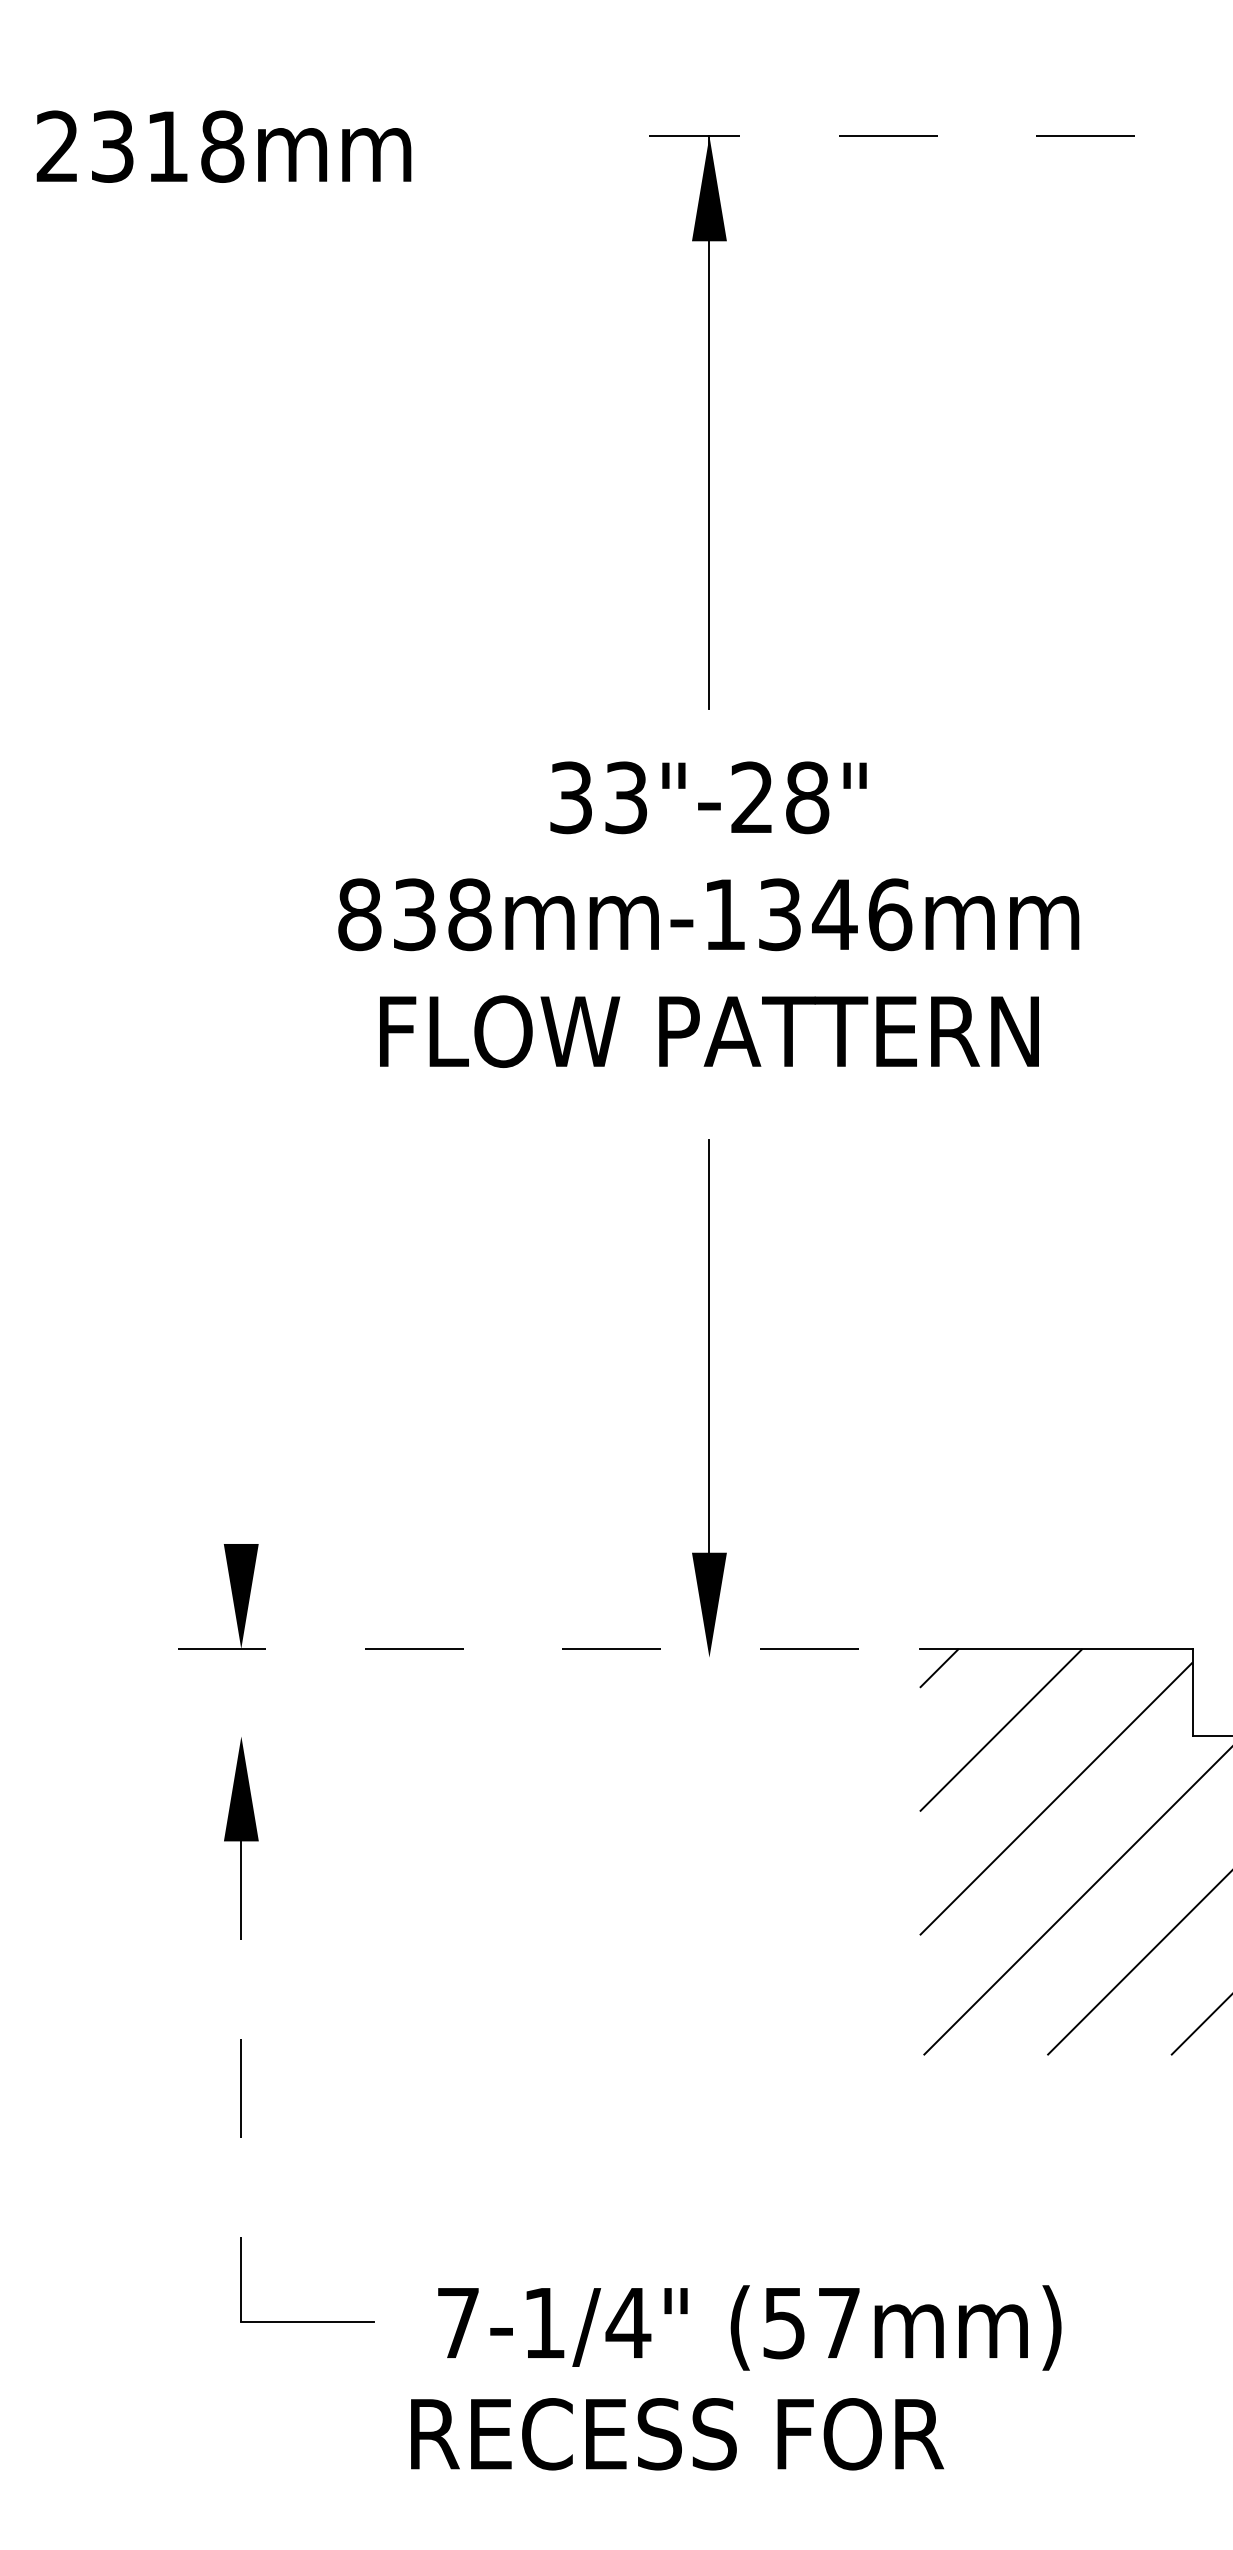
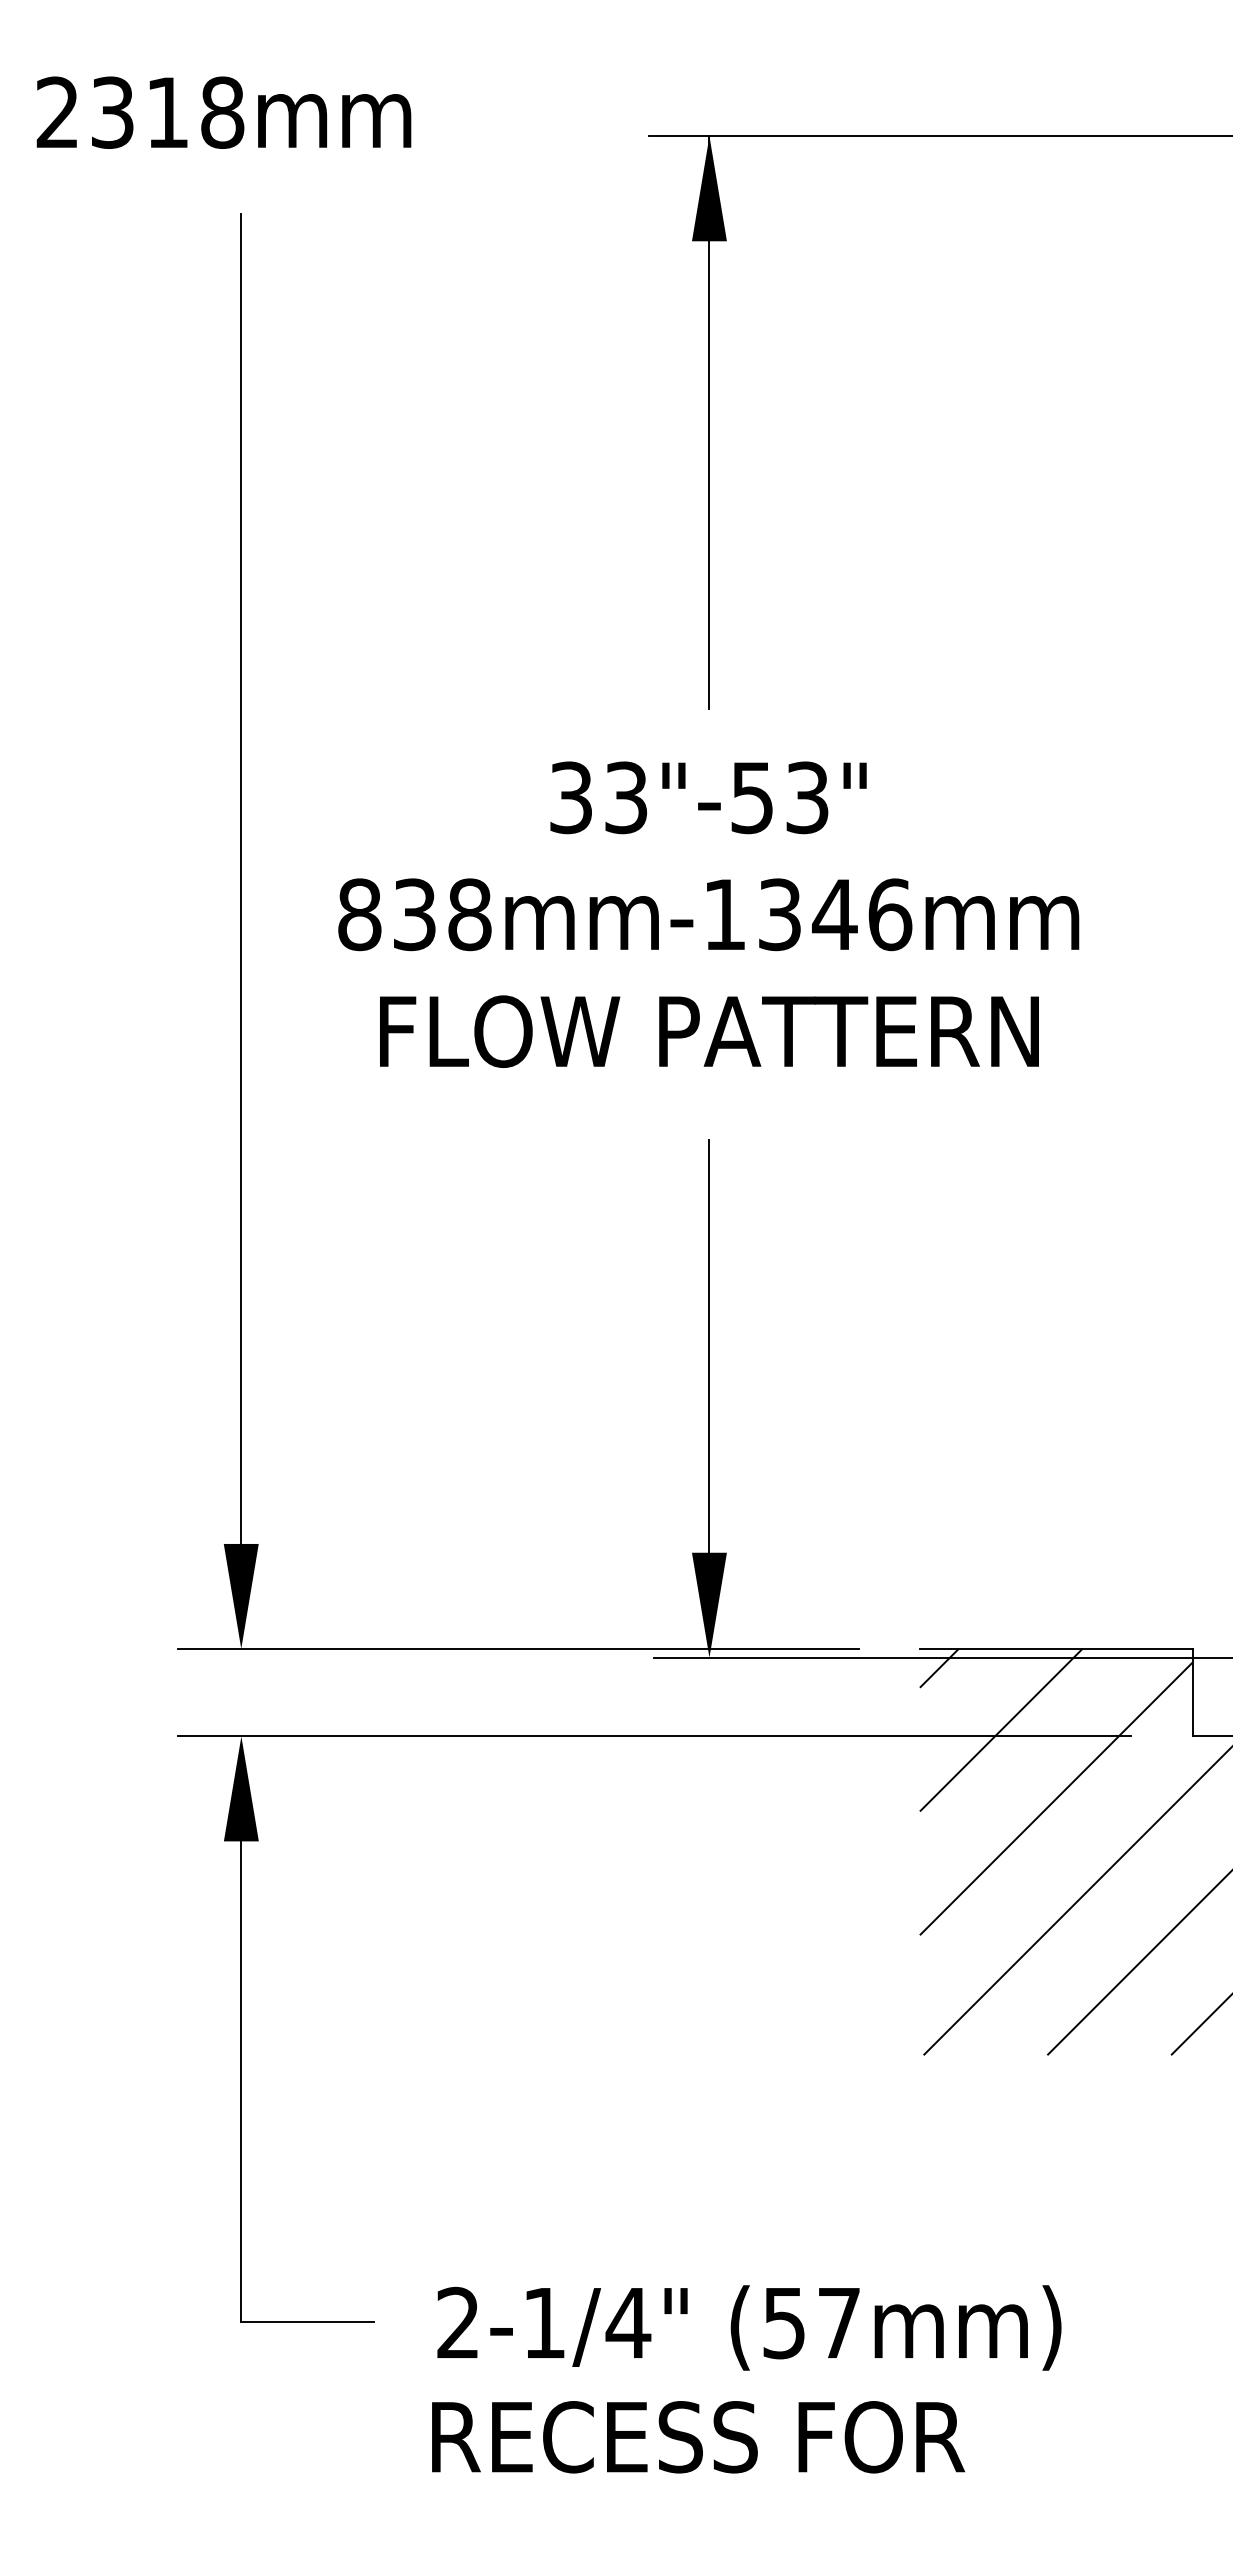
line at (940, 136): dashed -> solid
text at (223, 146) position: (223, 146) -> (223, 112)
text at (780, 797): 33"-28" -> 33"-53"
line at (241, 878): none -> present
line at (518, 1648): dashed -> solid
line at (941, 1657): none -> present
line at (654, 1736): none -> present
line at (241, 2082): dashed -> solid
text at (457, 2321): 7-1/4" -> 2-1/4"
text at (677, 2434) position: (677, 2434) -> (698, 2437)
